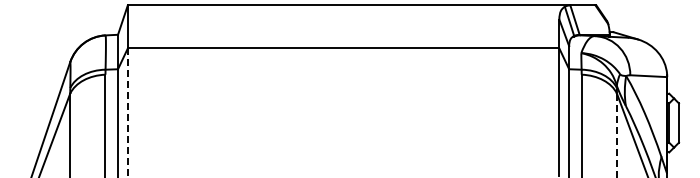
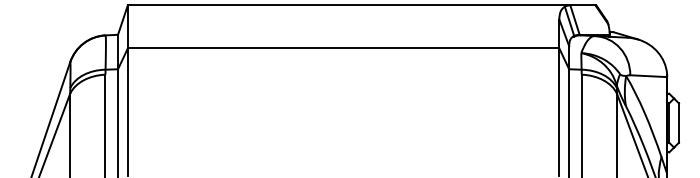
line at (127, 112): dashed -> solid
line at (616, 135): dashed -> solid
